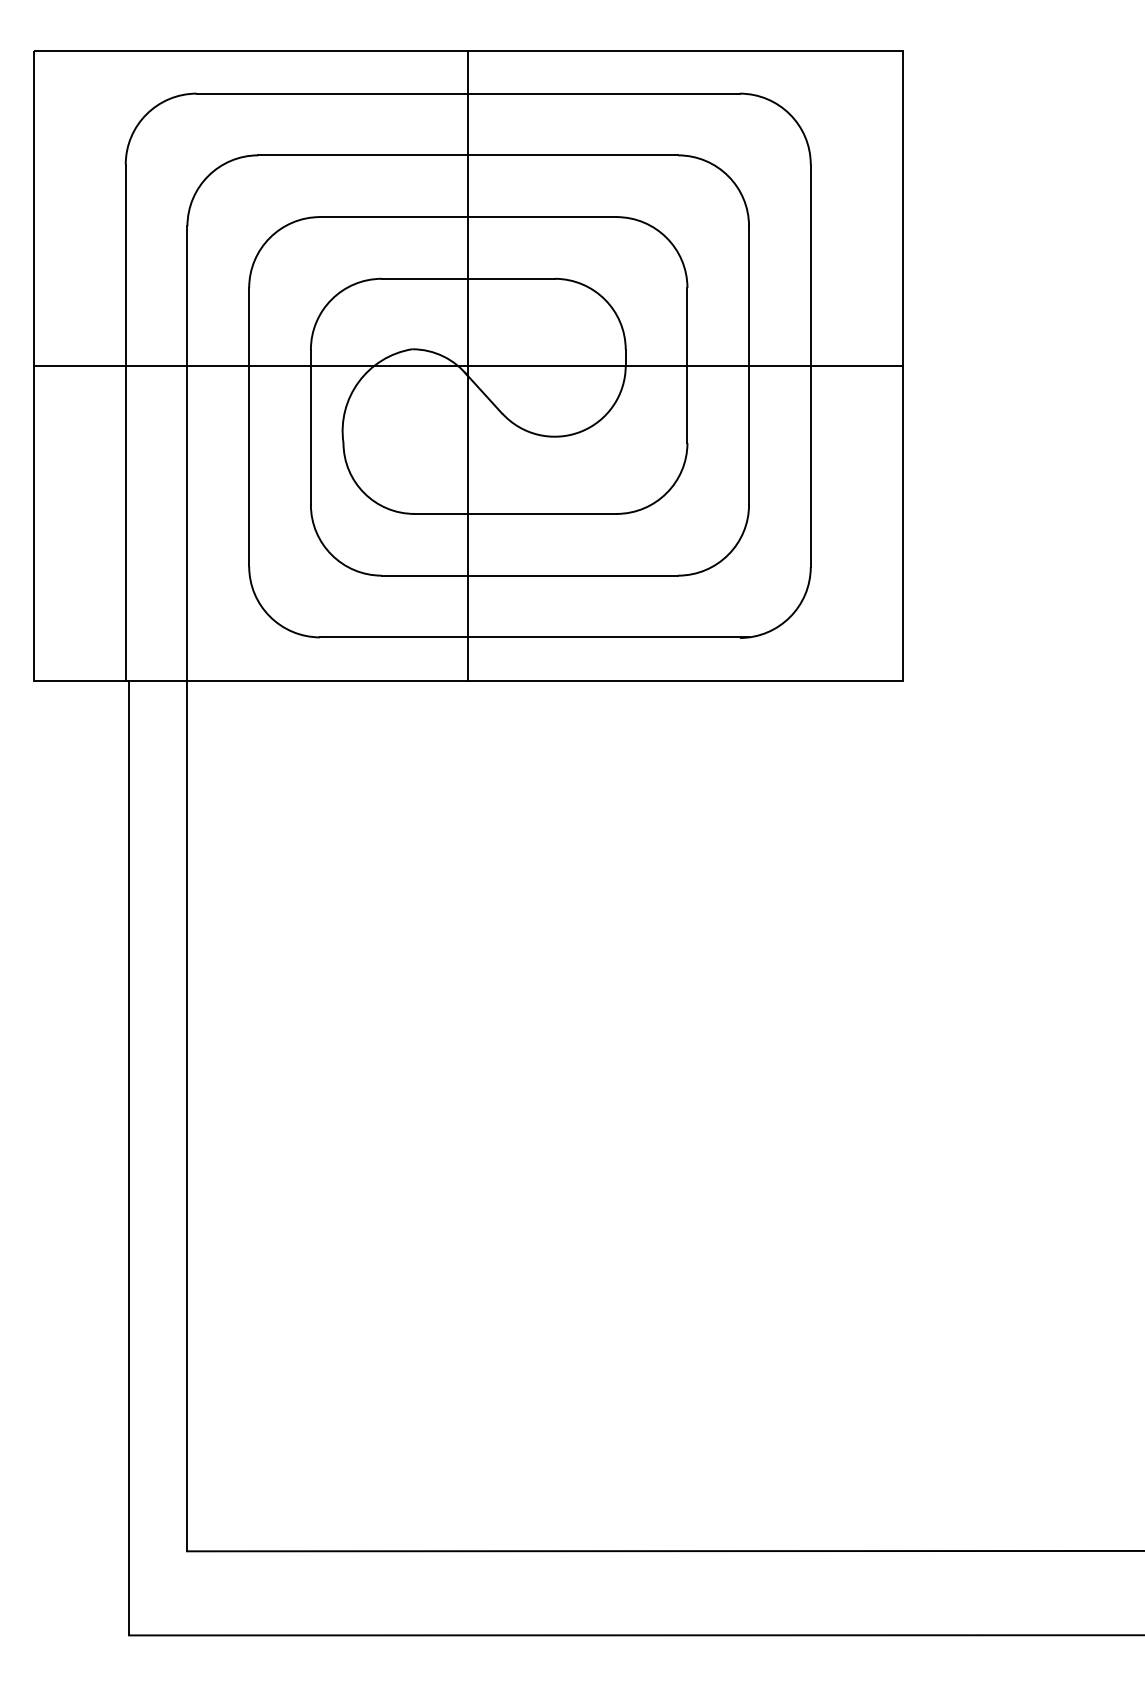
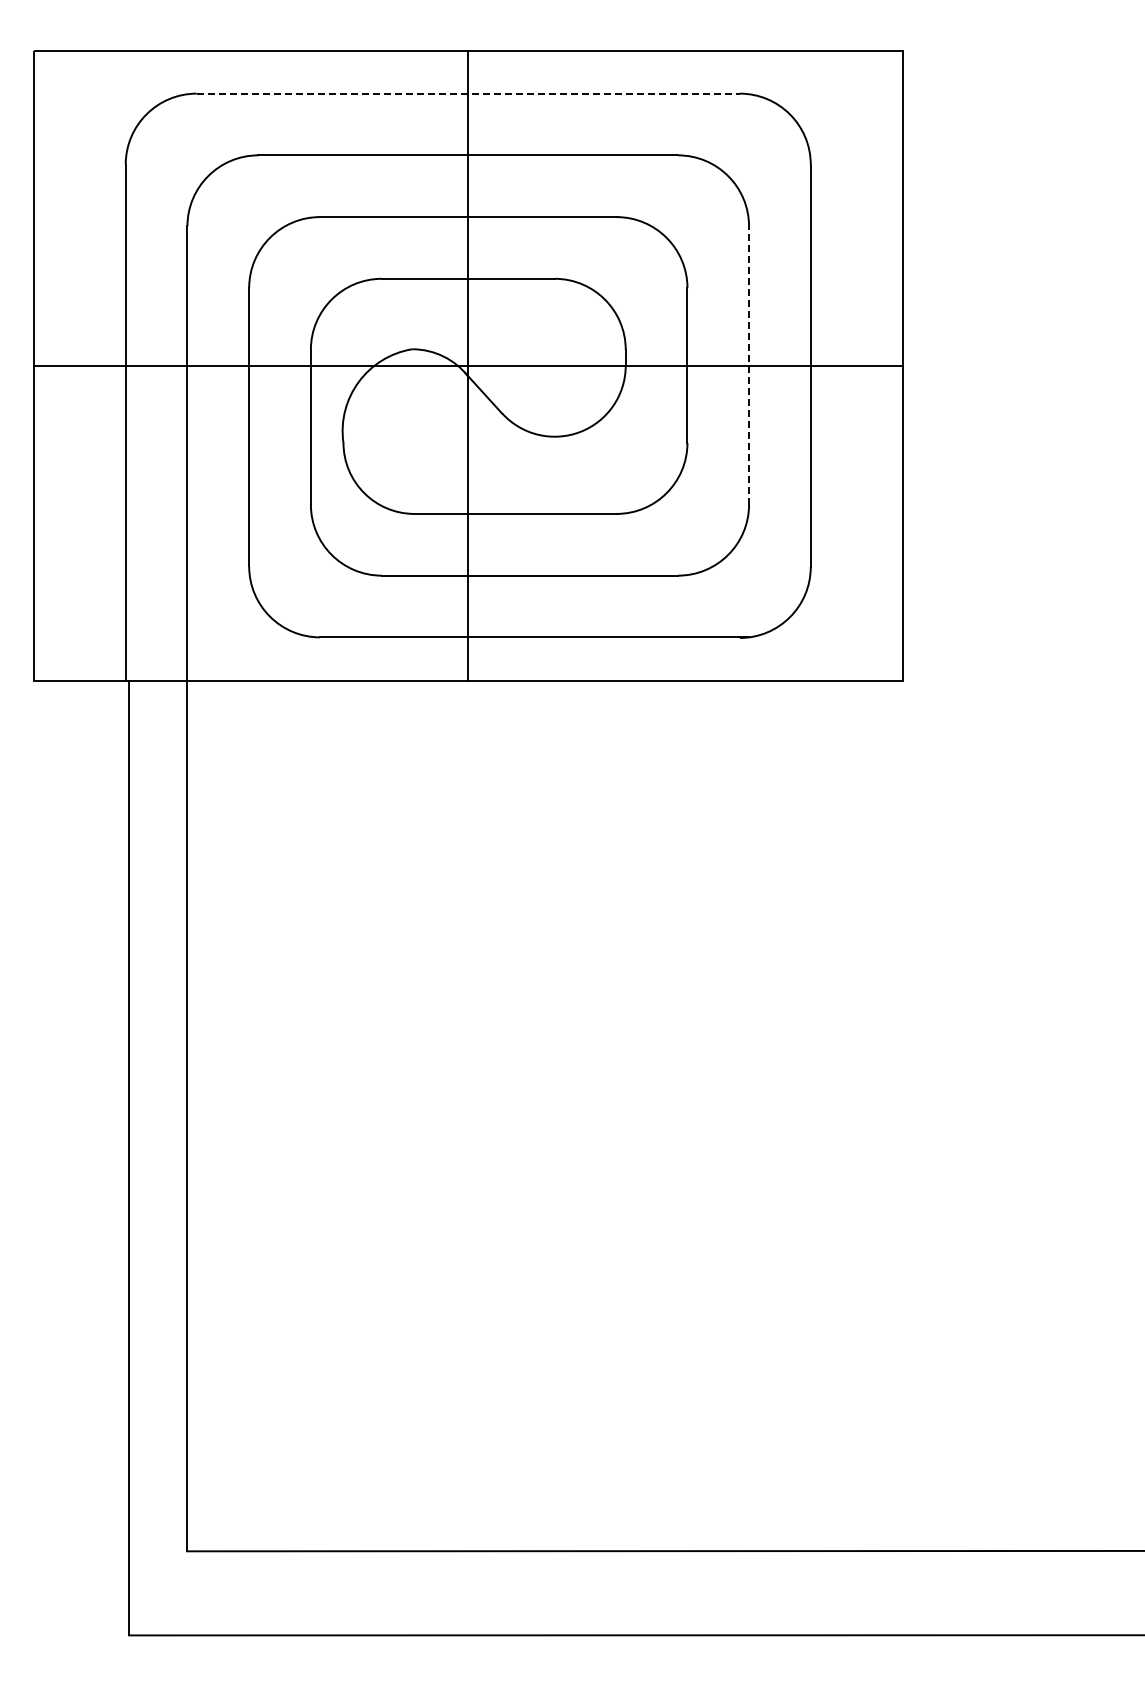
line at (468, 93): solid -> dashed
line at (749, 365): solid -> dashed
